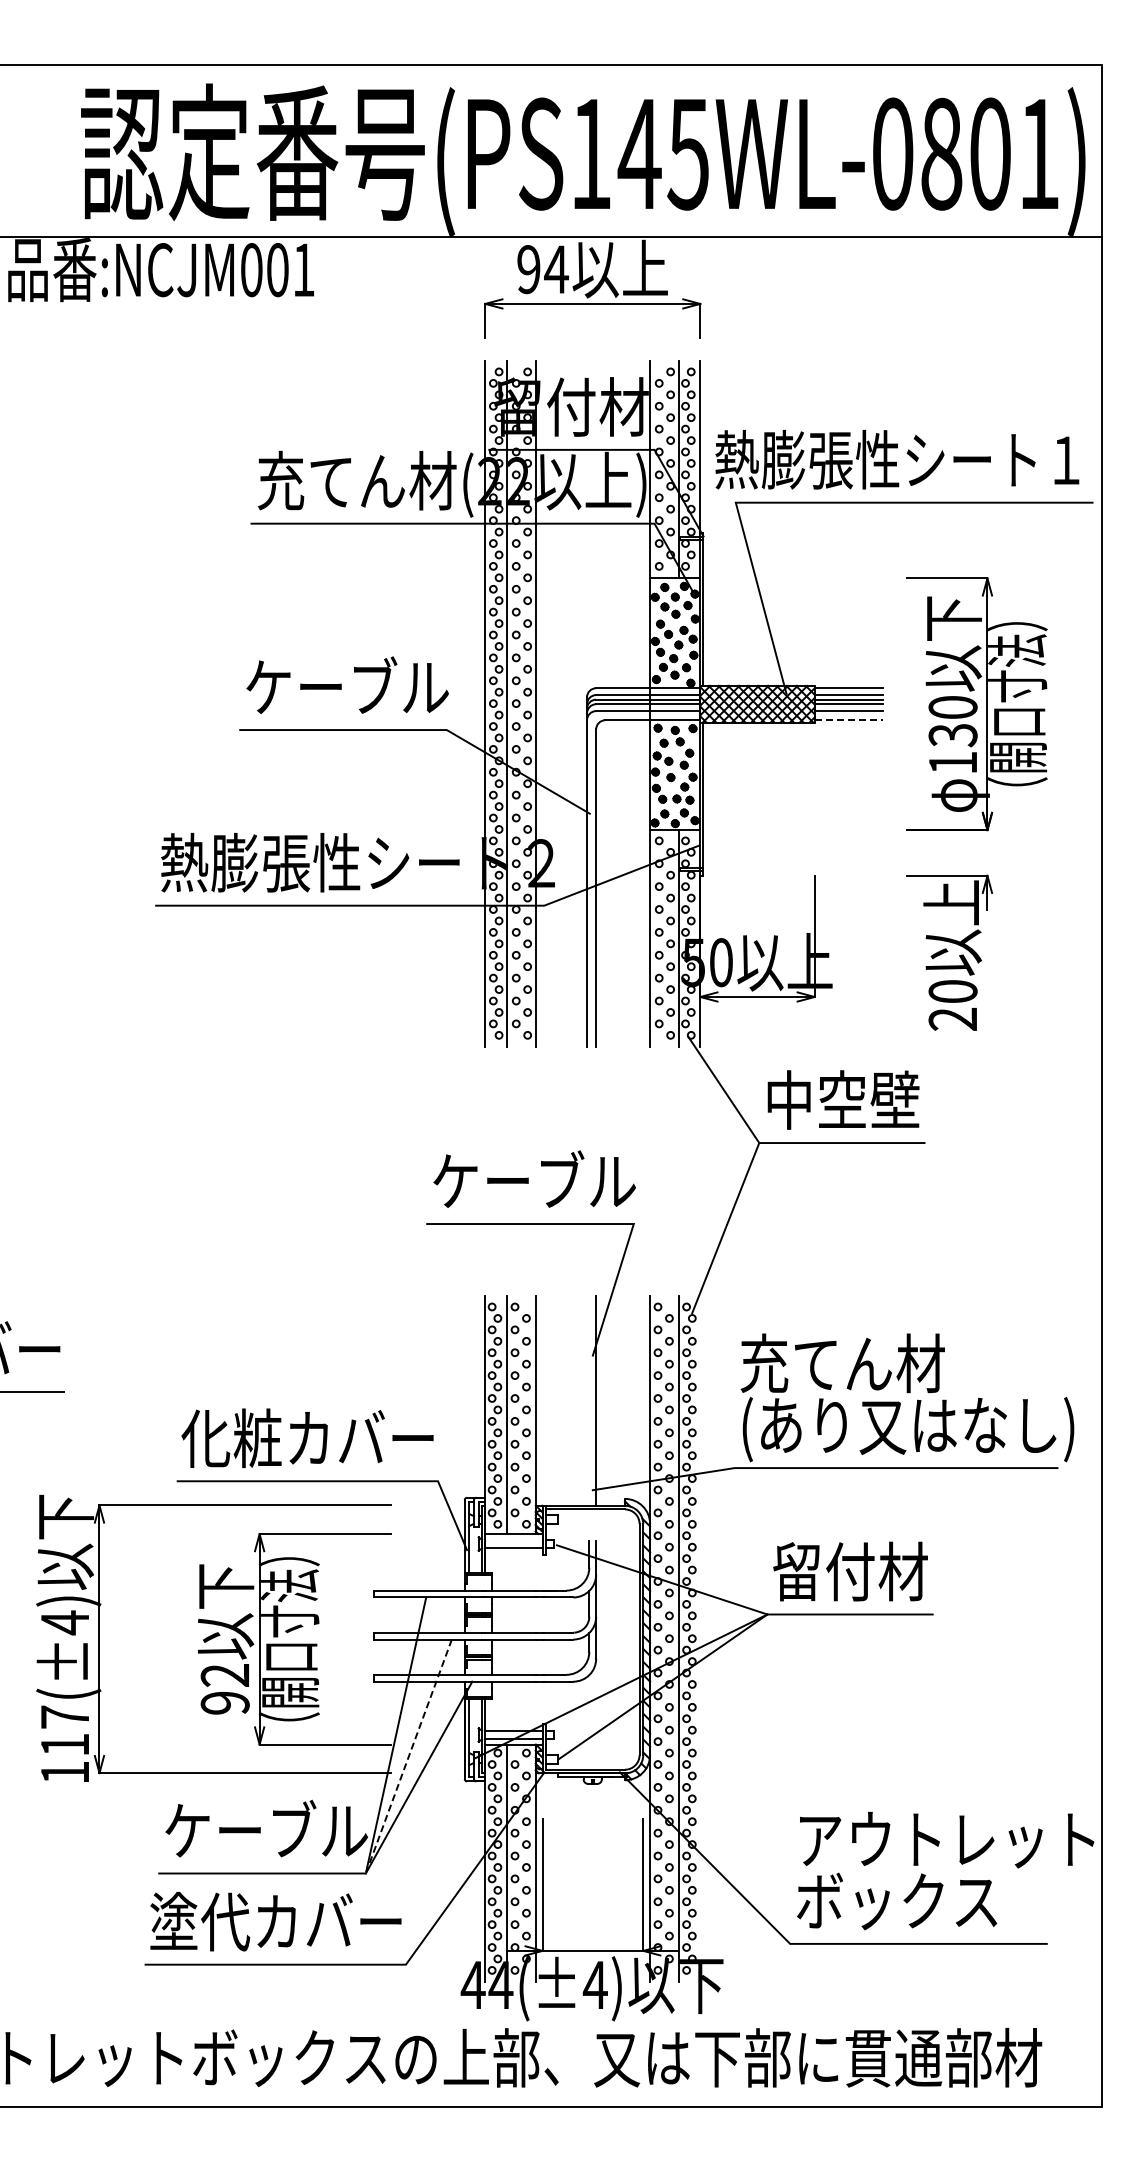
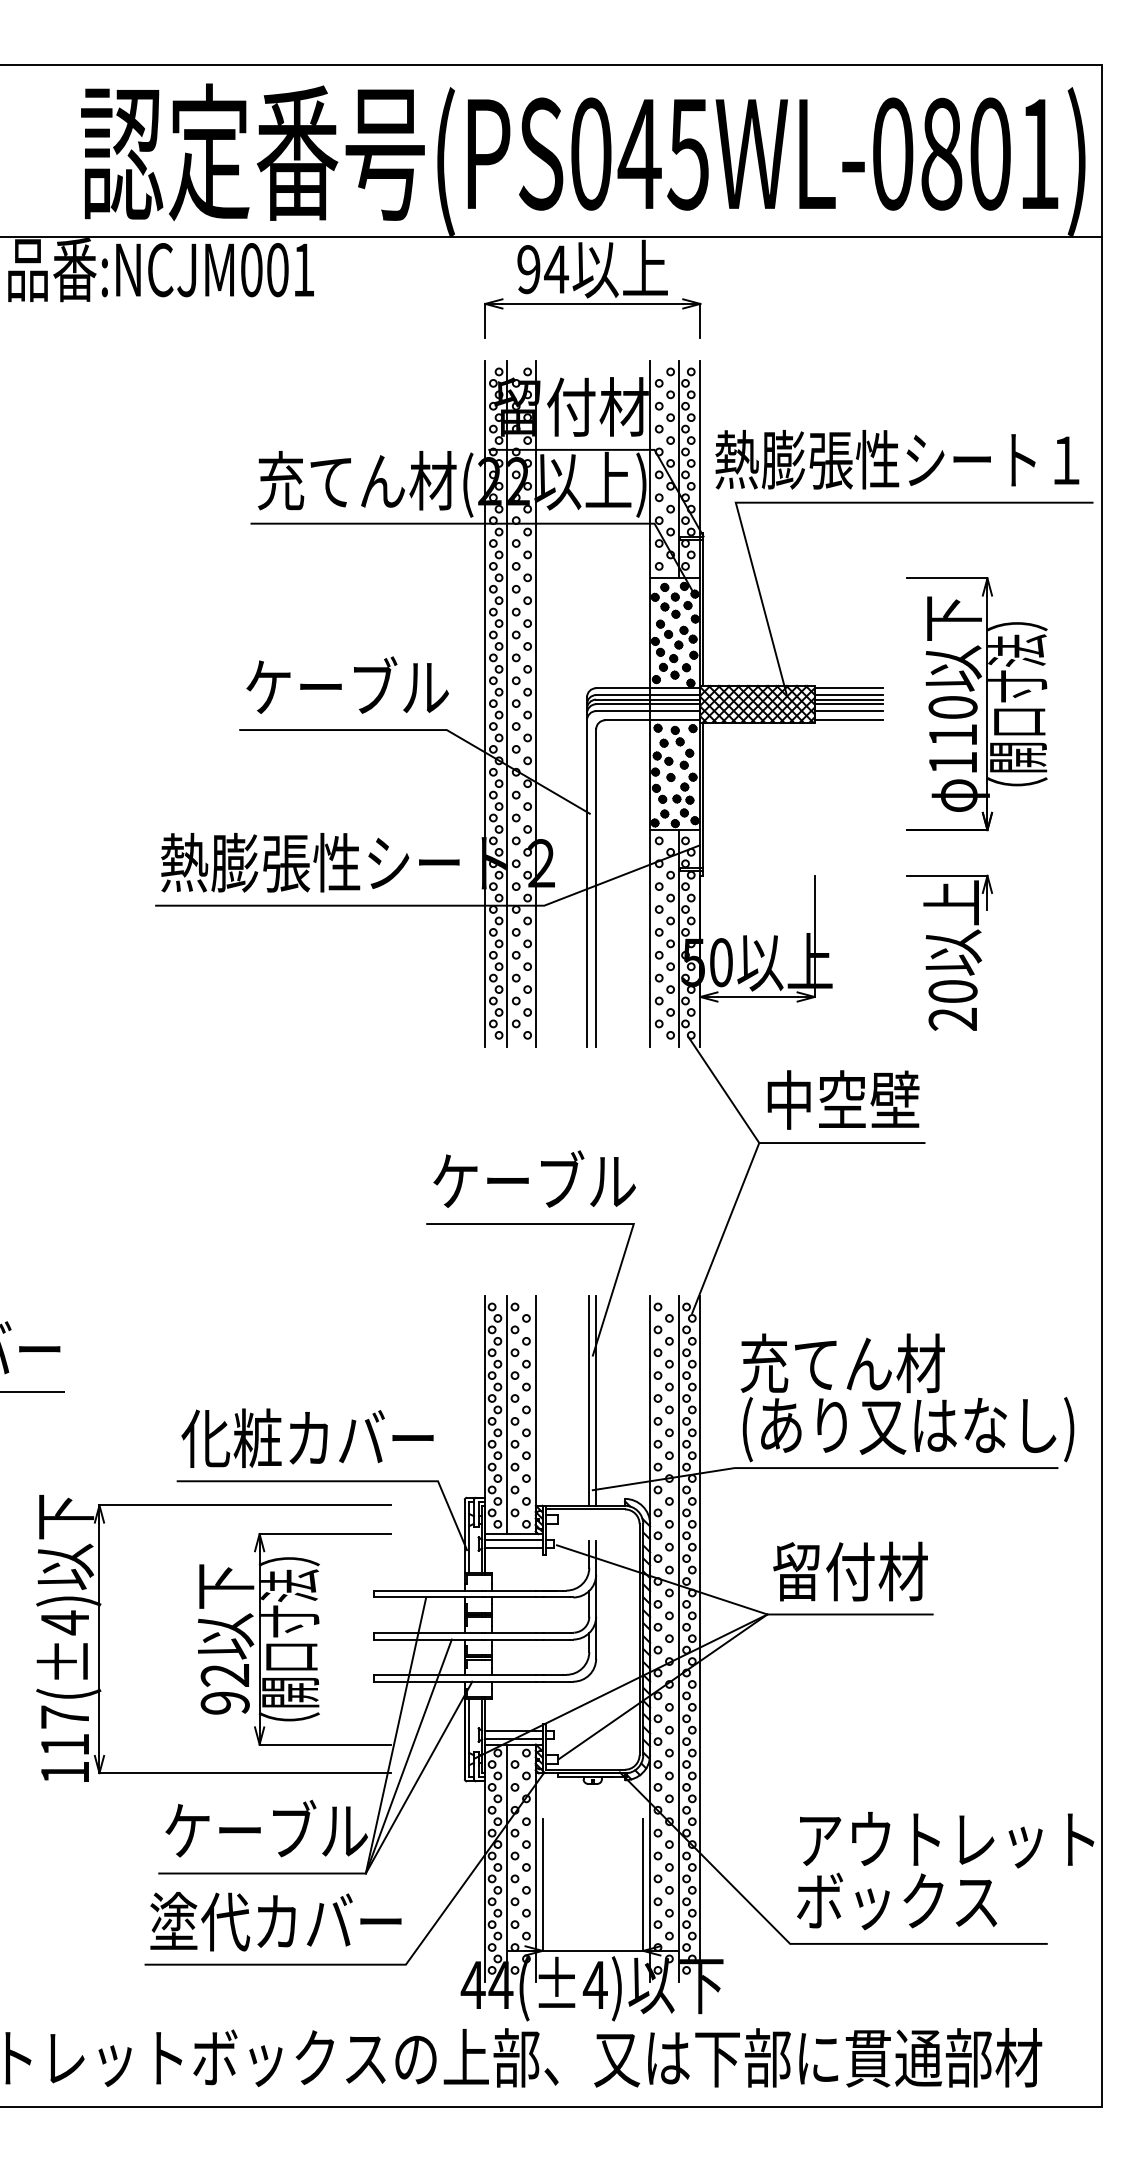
text at (591, 153): (PS145WL-0801) -> (PS045WL-0801)
line at (849, 720): dashed -> solid
text at (952, 735): 130 -> 110
line at (589, 1400): none -> present
line at (513, 1539): none -> present
line at (700, 1639): none -> present
line at (408, 1756): dashed -> solid
